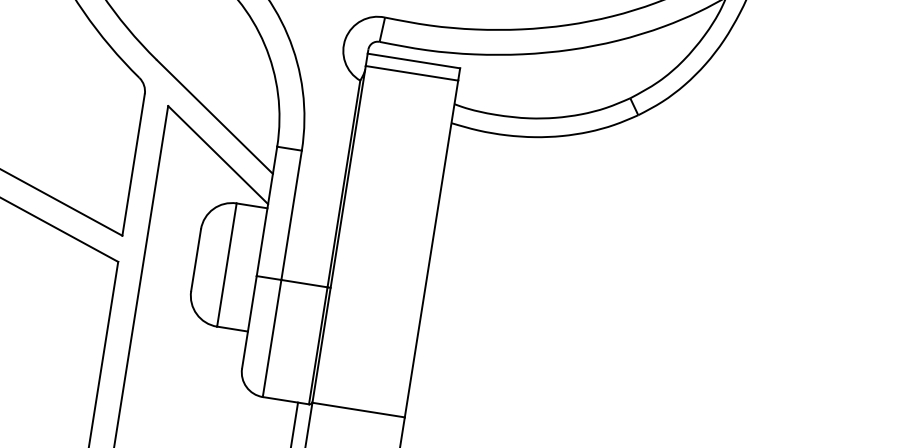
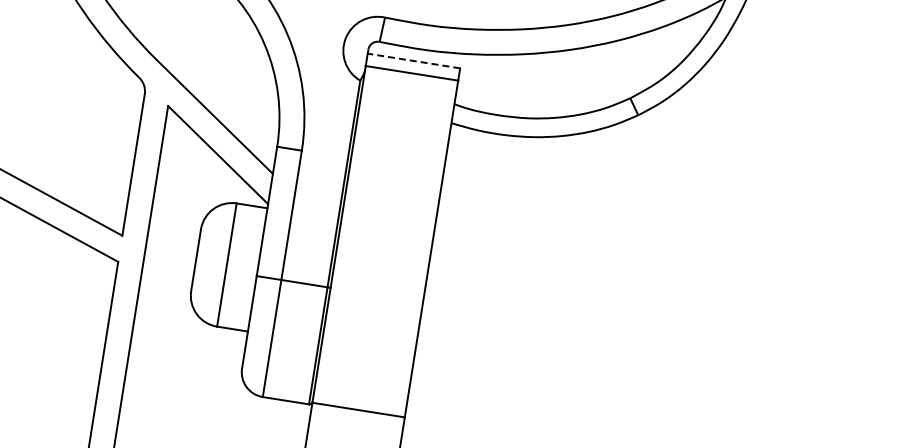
line at (413, 61): solid -> dashed
line at (294, 423): present -> none
